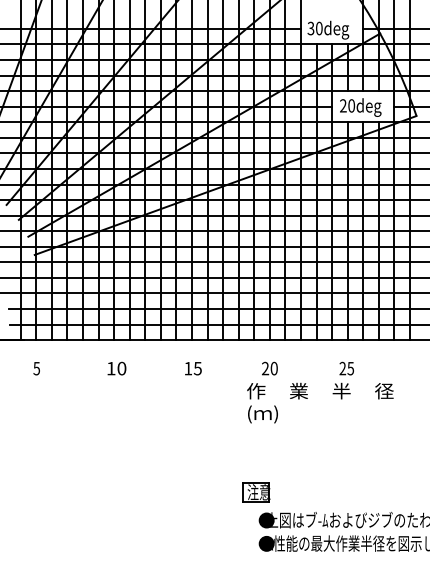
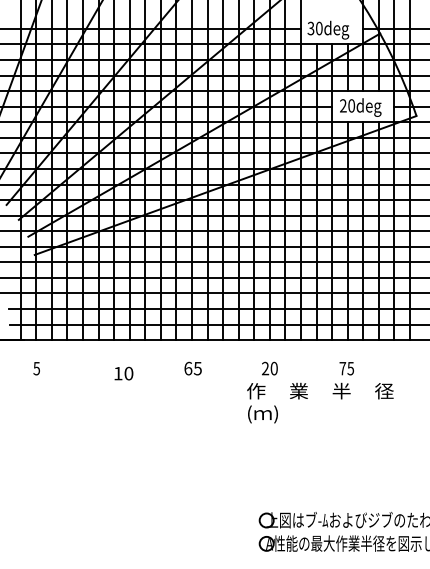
text at (116, 368) position: (116, 368) -> (123, 373)
text at (188, 368): 15 -> 65
text at (342, 368): 25 -> 75
part at (256, 492): present -> none
fill at (266, 520): present -> none
fill at (266, 543): present -> none
